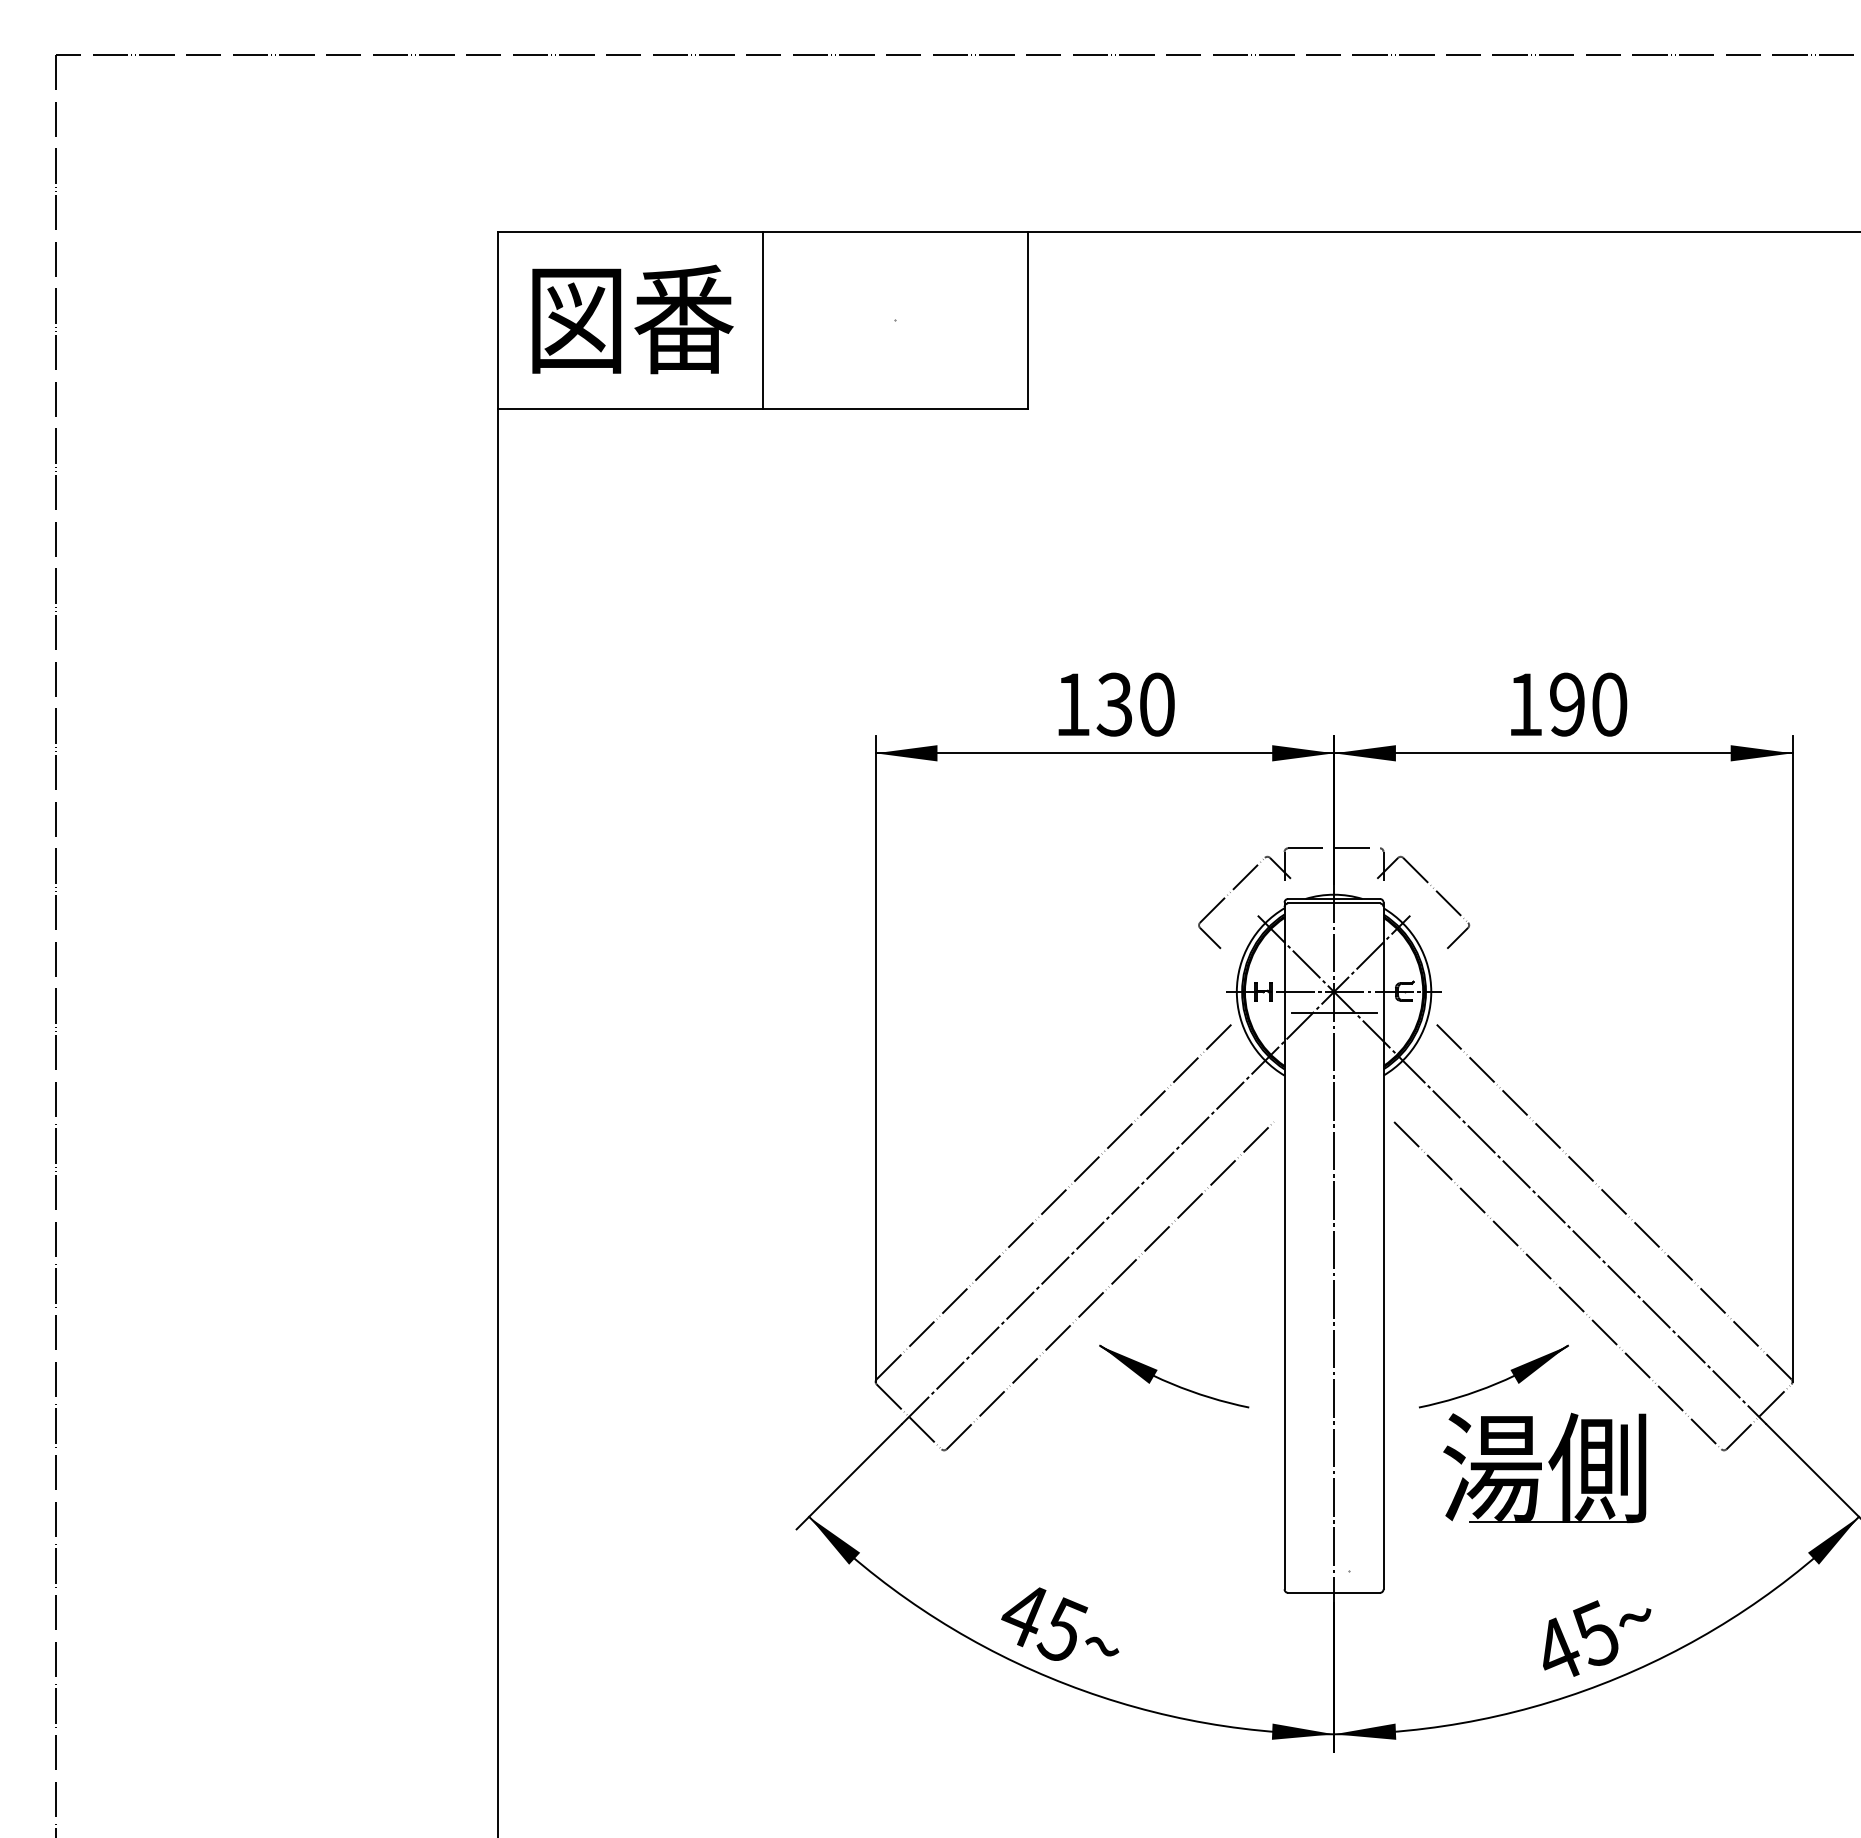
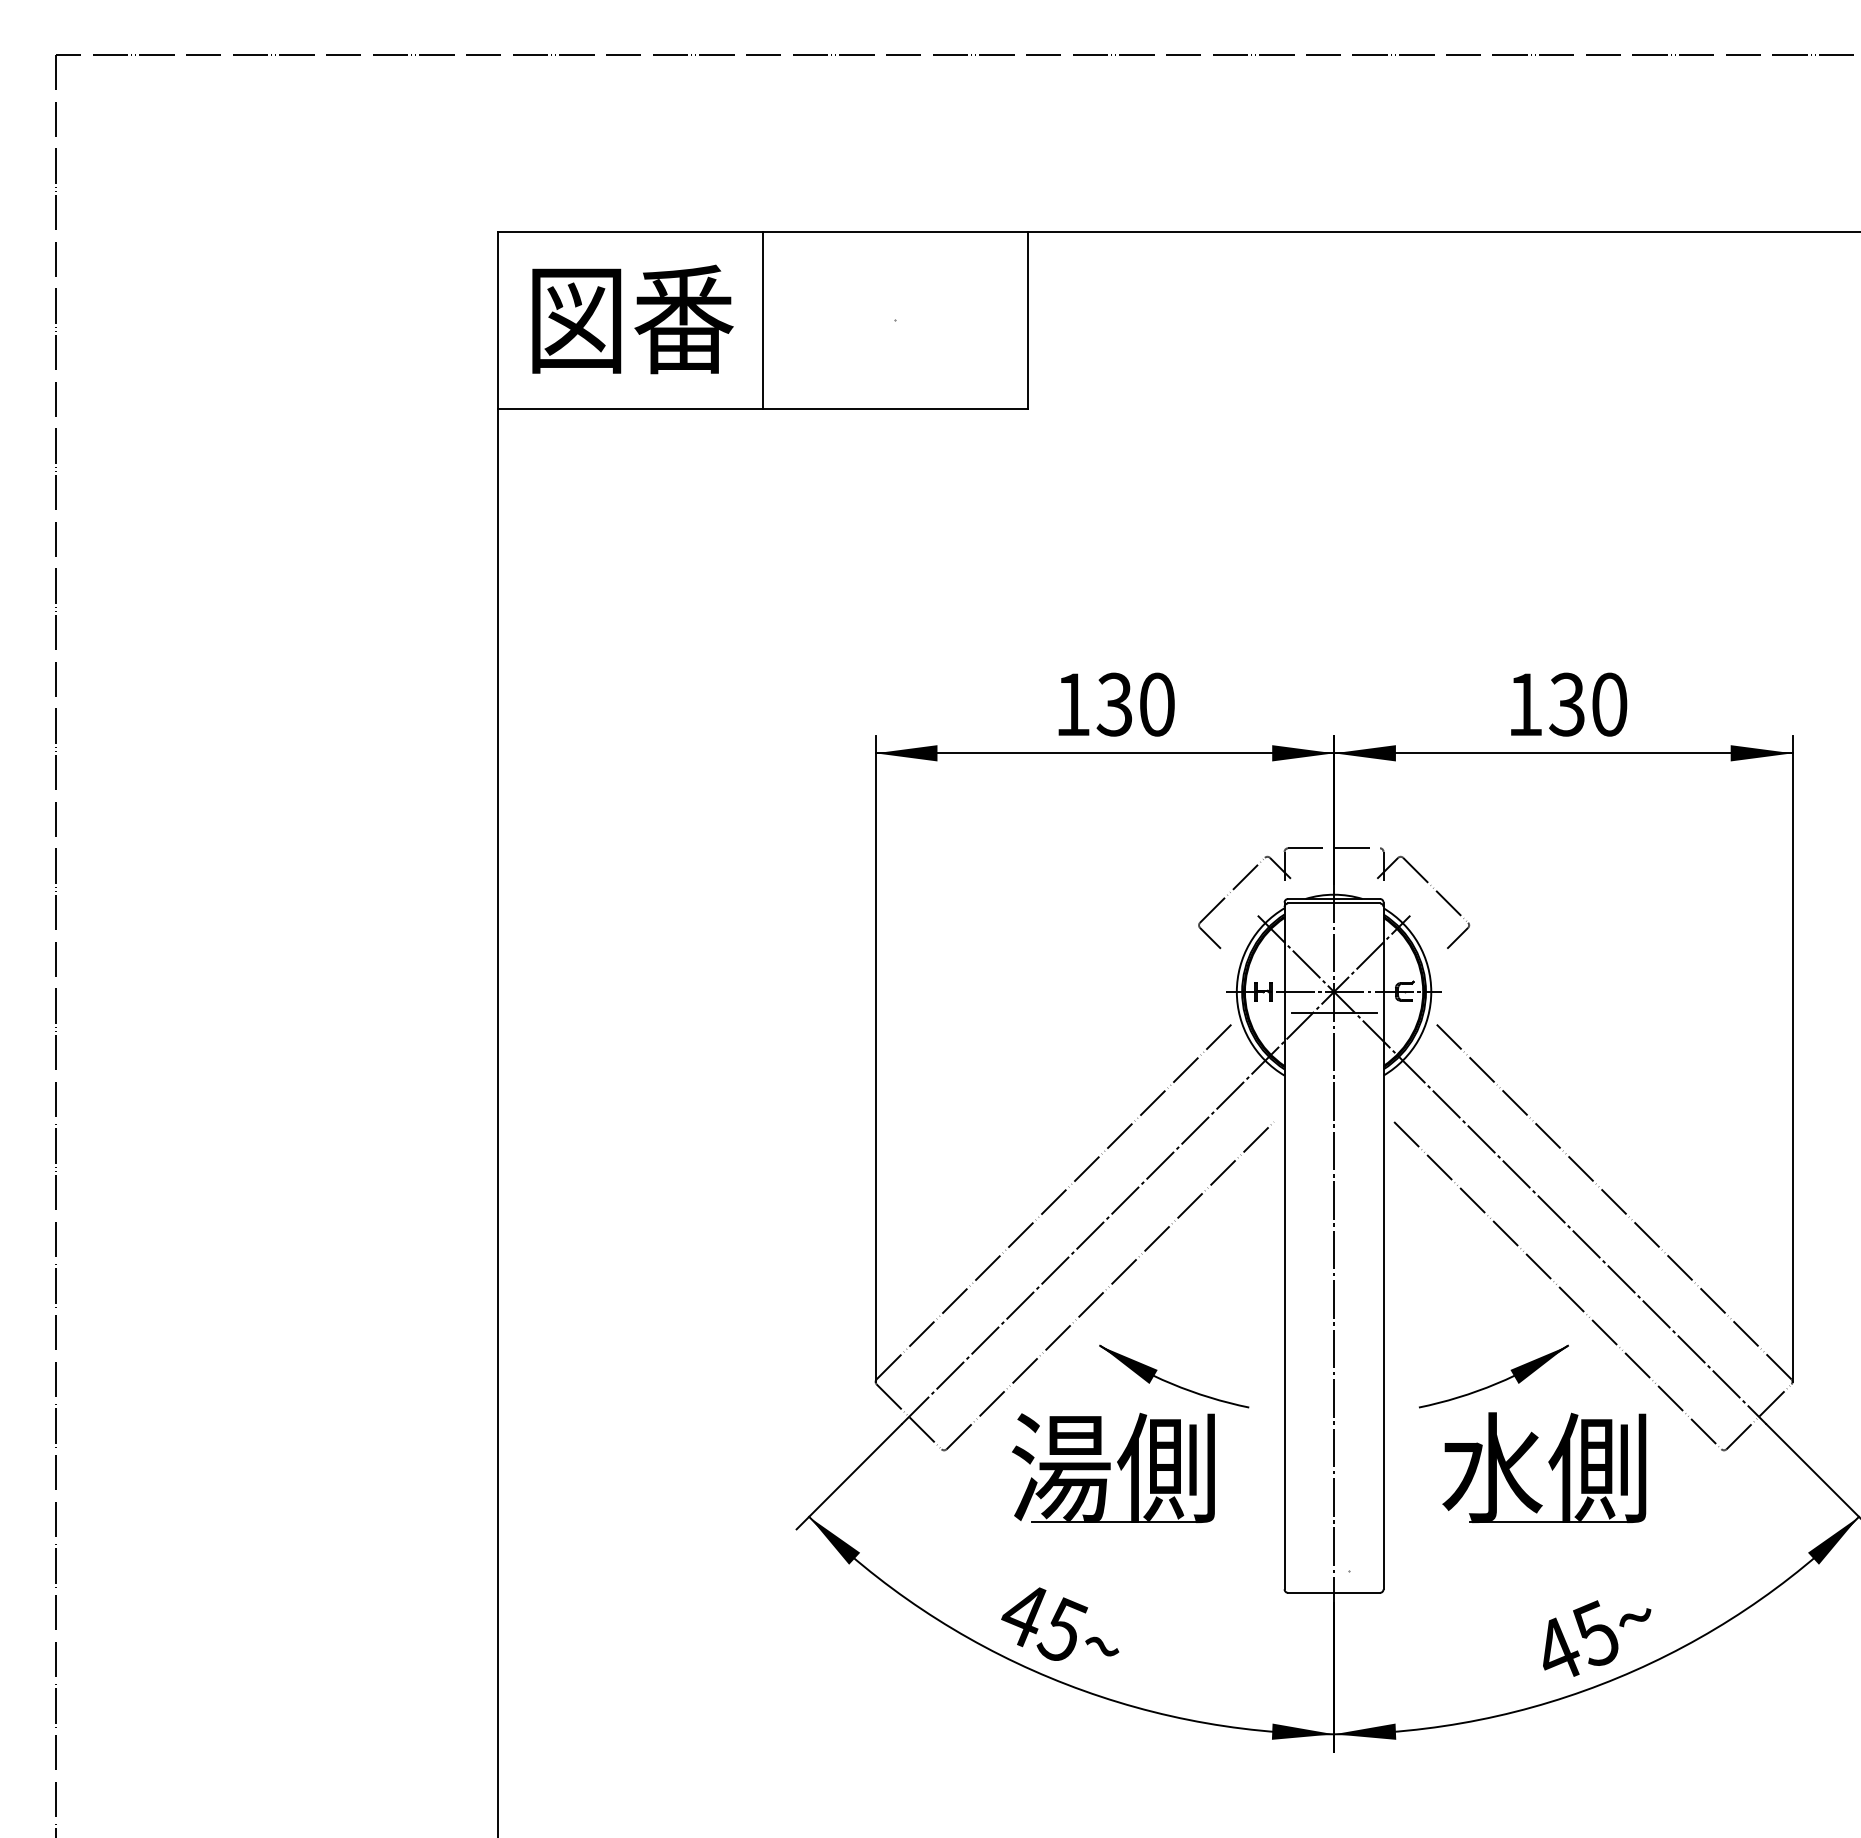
text at (1566, 704): 190 -> 130
part at (1113, 1467): none -> present
text at (1492, 1467): 湯側 -> 水側
